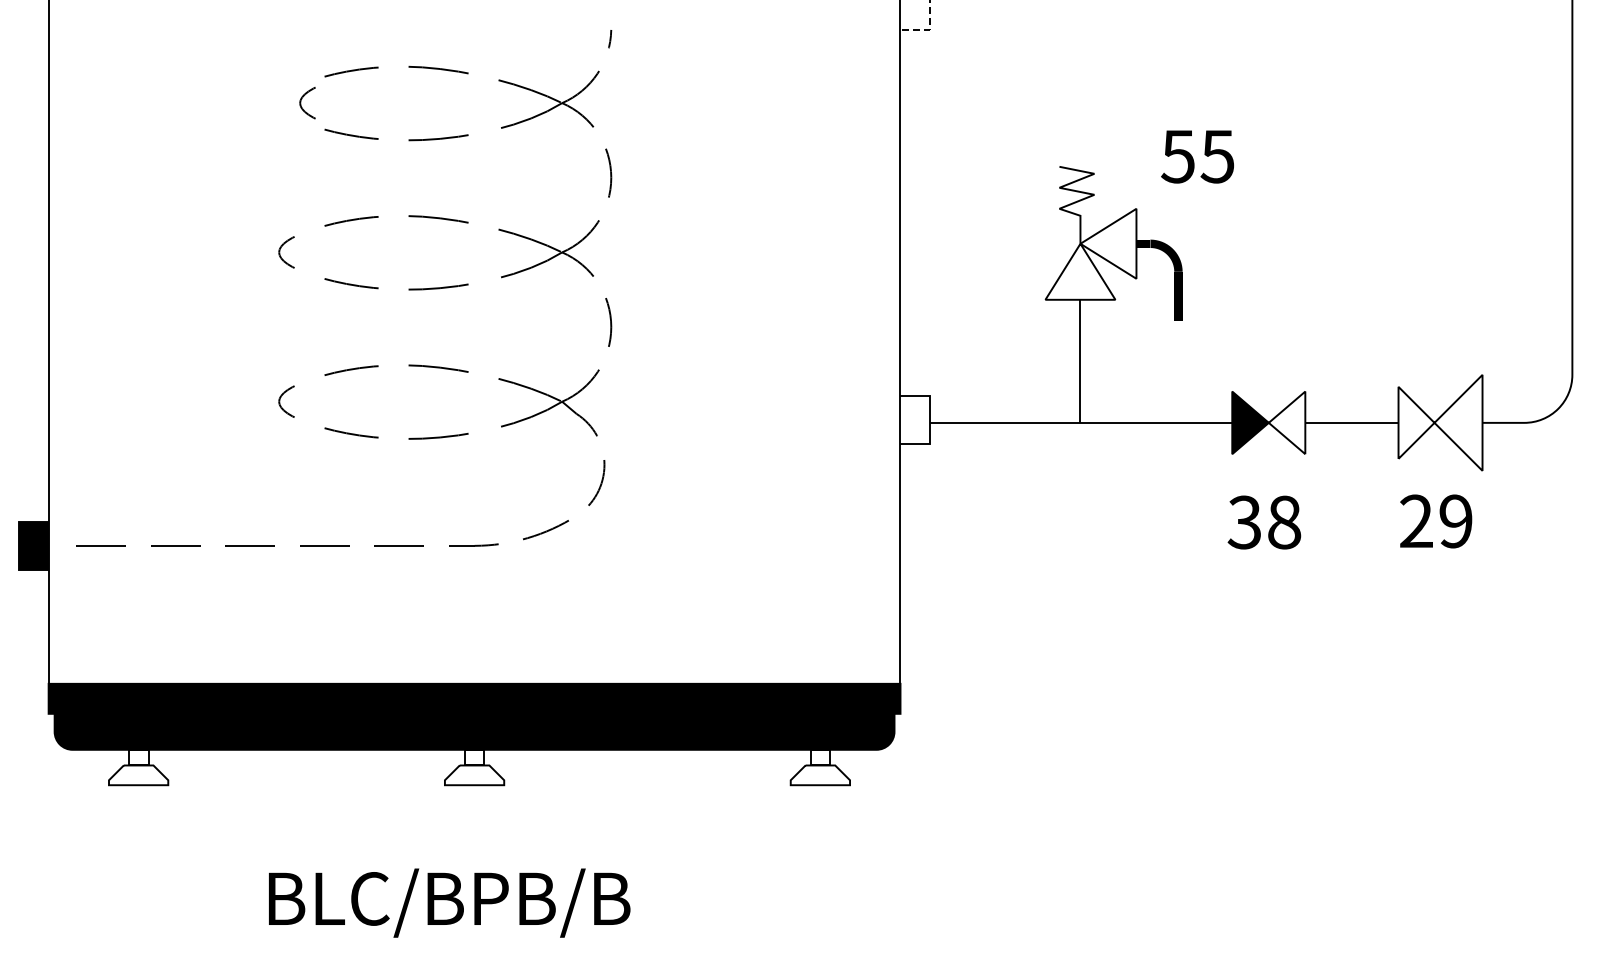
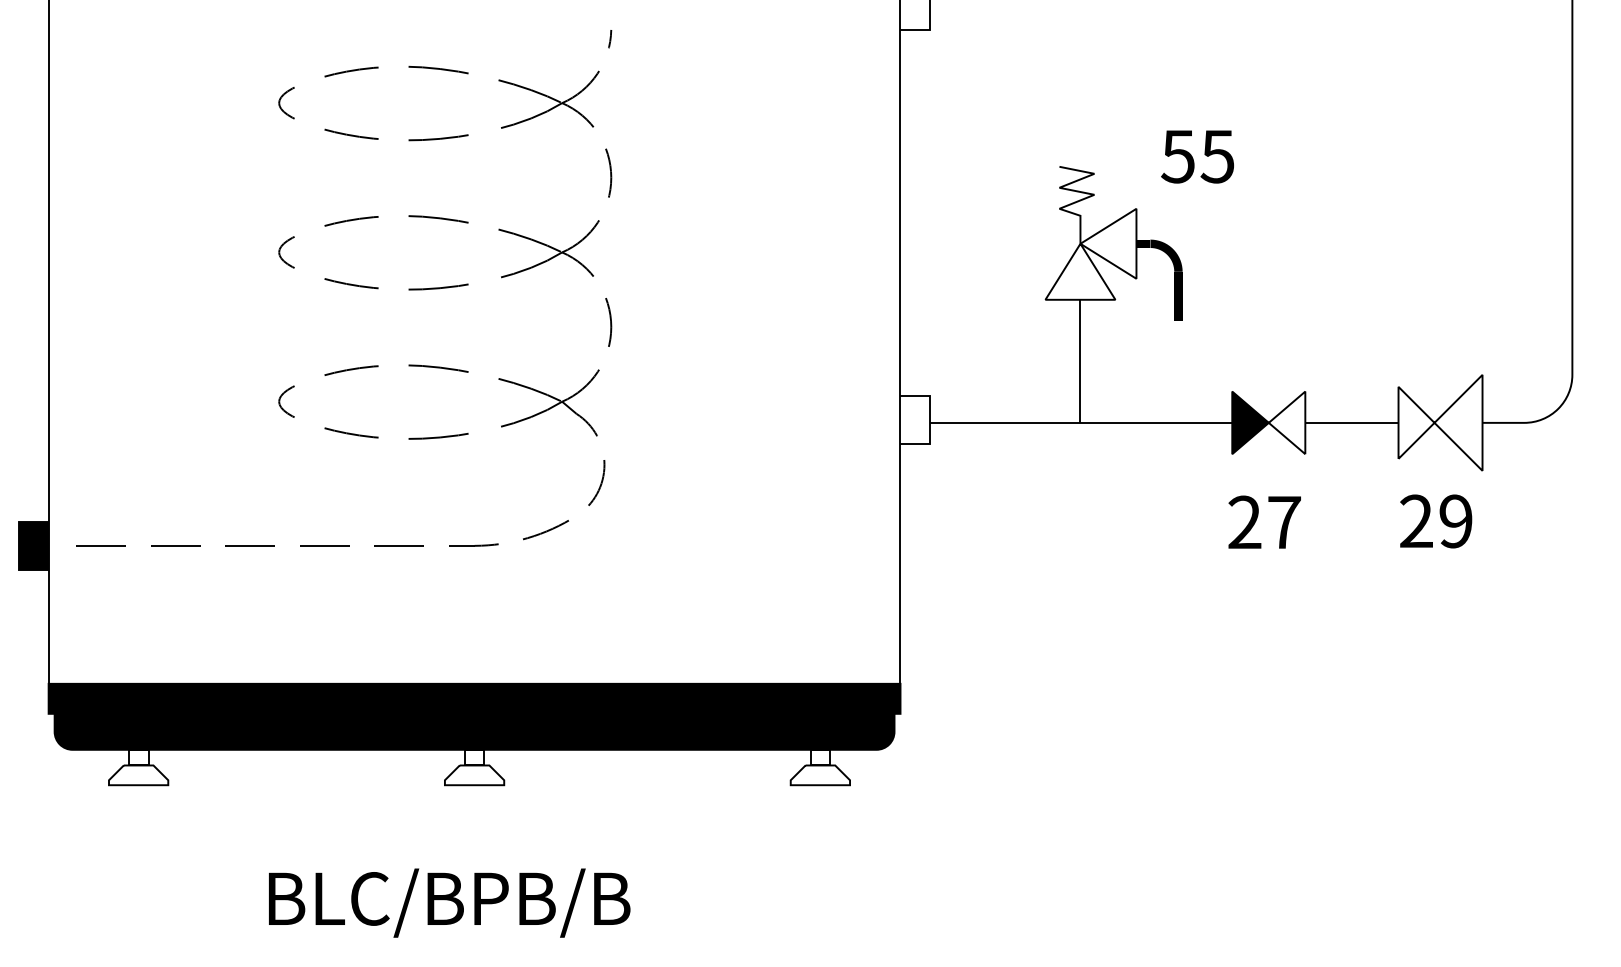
line at (930, 29): dashed -> solid
curve at (301, 103) position: (301, 103) -> (280, 103)
text at (1264, 522): 38 -> 27
